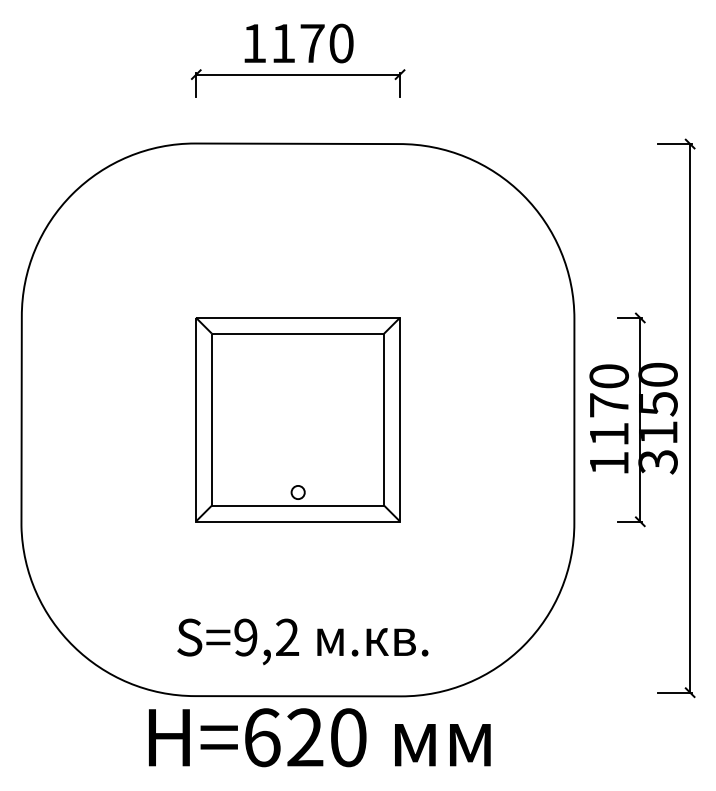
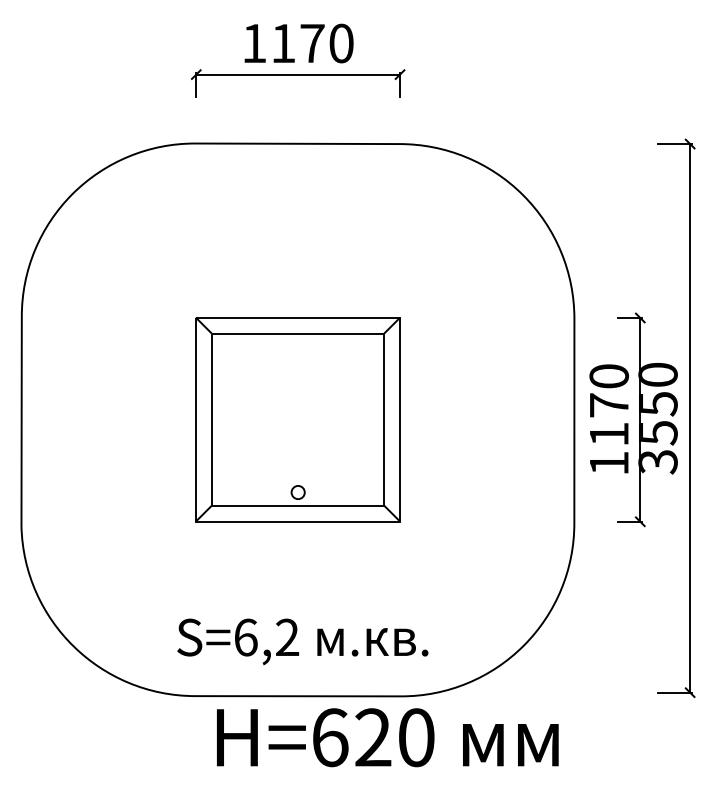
text at (659, 433): 3150 -> 3550
text at (245, 637): S=9,2 -> S=6,2
text at (319, 737) position: (319, 737) -> (387, 737)
